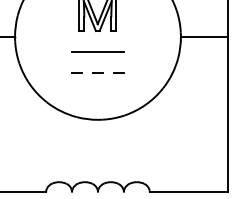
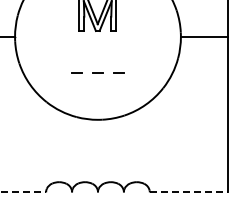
line at (97, 51): present -> none
line at (23, 192): solid -> dashed
line at (188, 192): solid -> dashed
